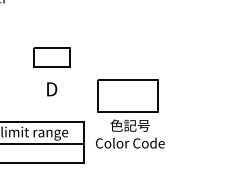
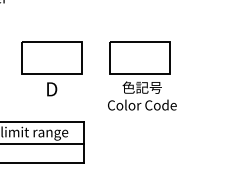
part at (51, 57) size: 38x21 px -> 62x34 px
part at (130, 113) position: (130, 113) -> (142, 75)
